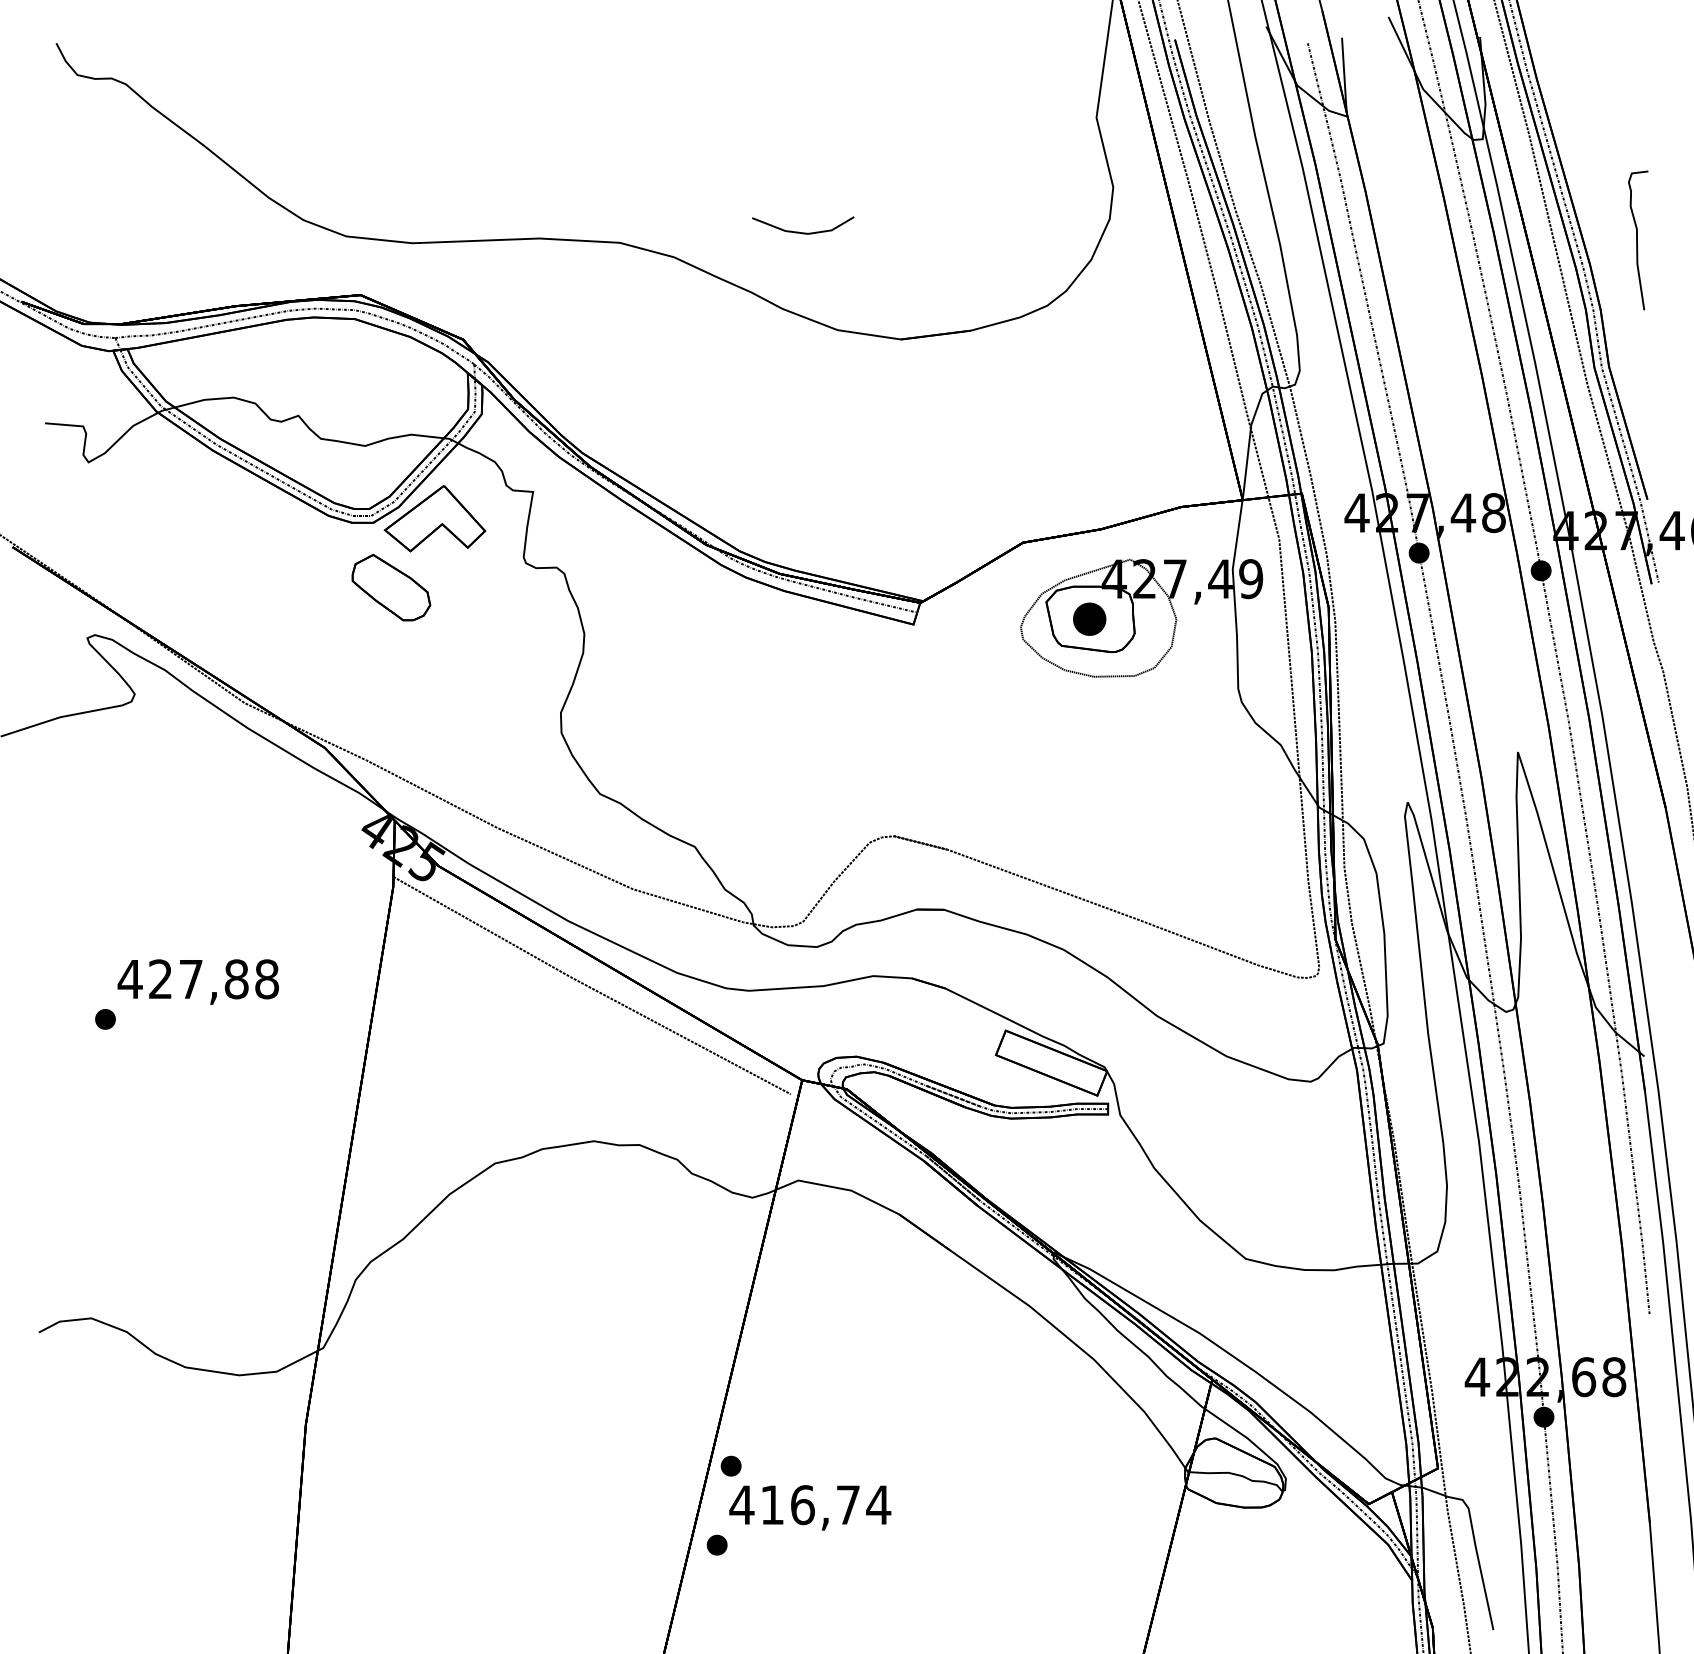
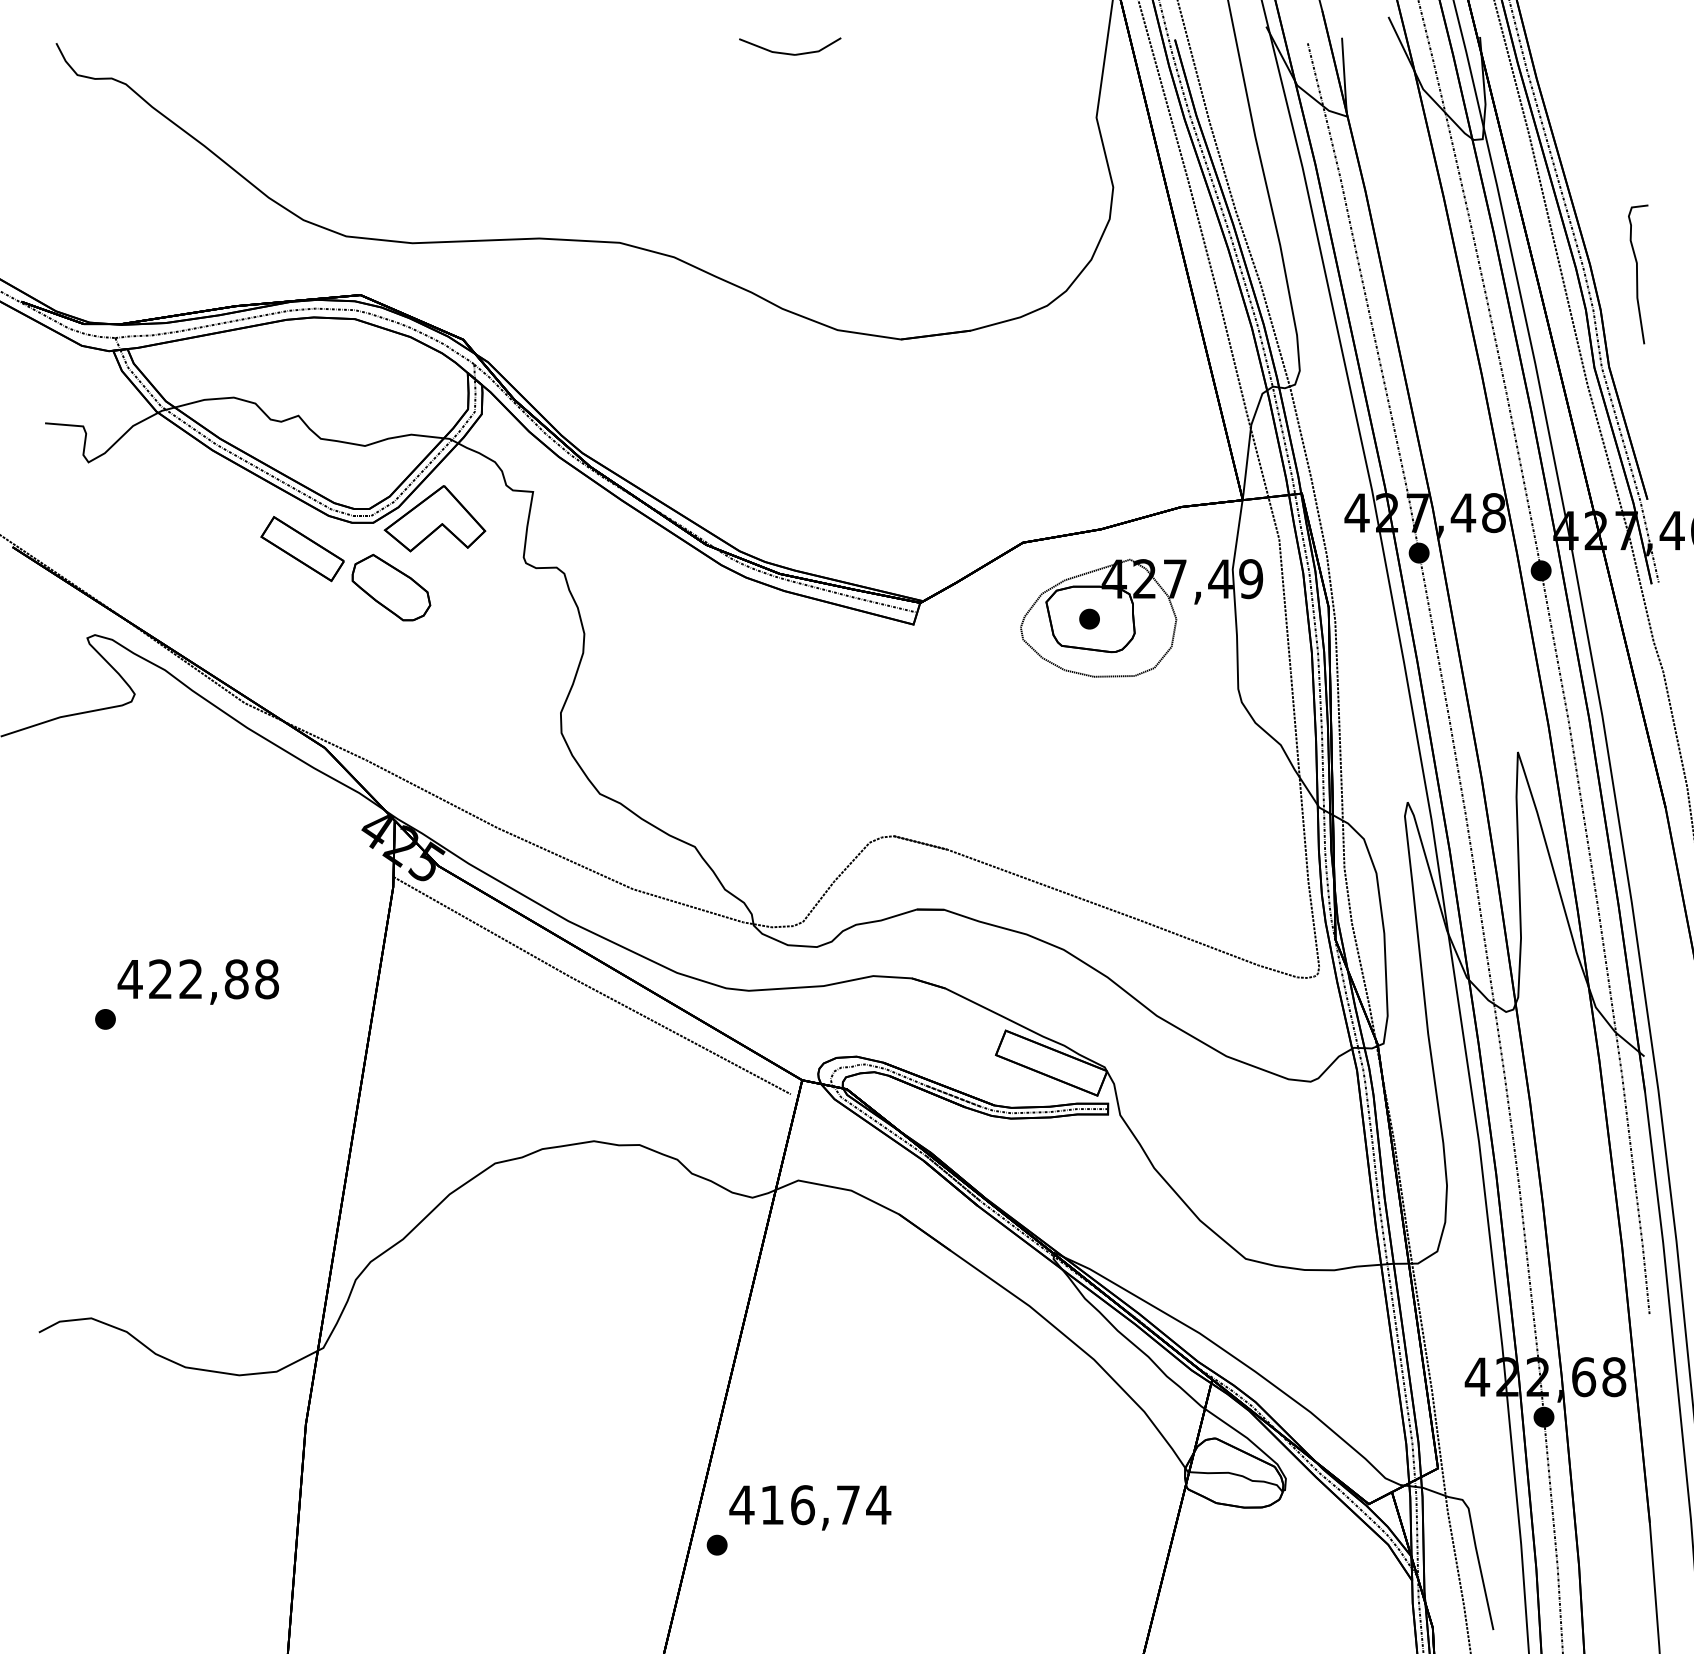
part at (803, 232) position: (803, 232) -> (790, 53)
curve at (1637, 240) position: (1637, 240) -> (1637, 274)
part at (302, 549): none -> present
part at (1089, 618) size: 34x34 px -> 21x22 px
text at (190, 978): 427,88 -> 422,88
part at (730, 1465): present -> none
